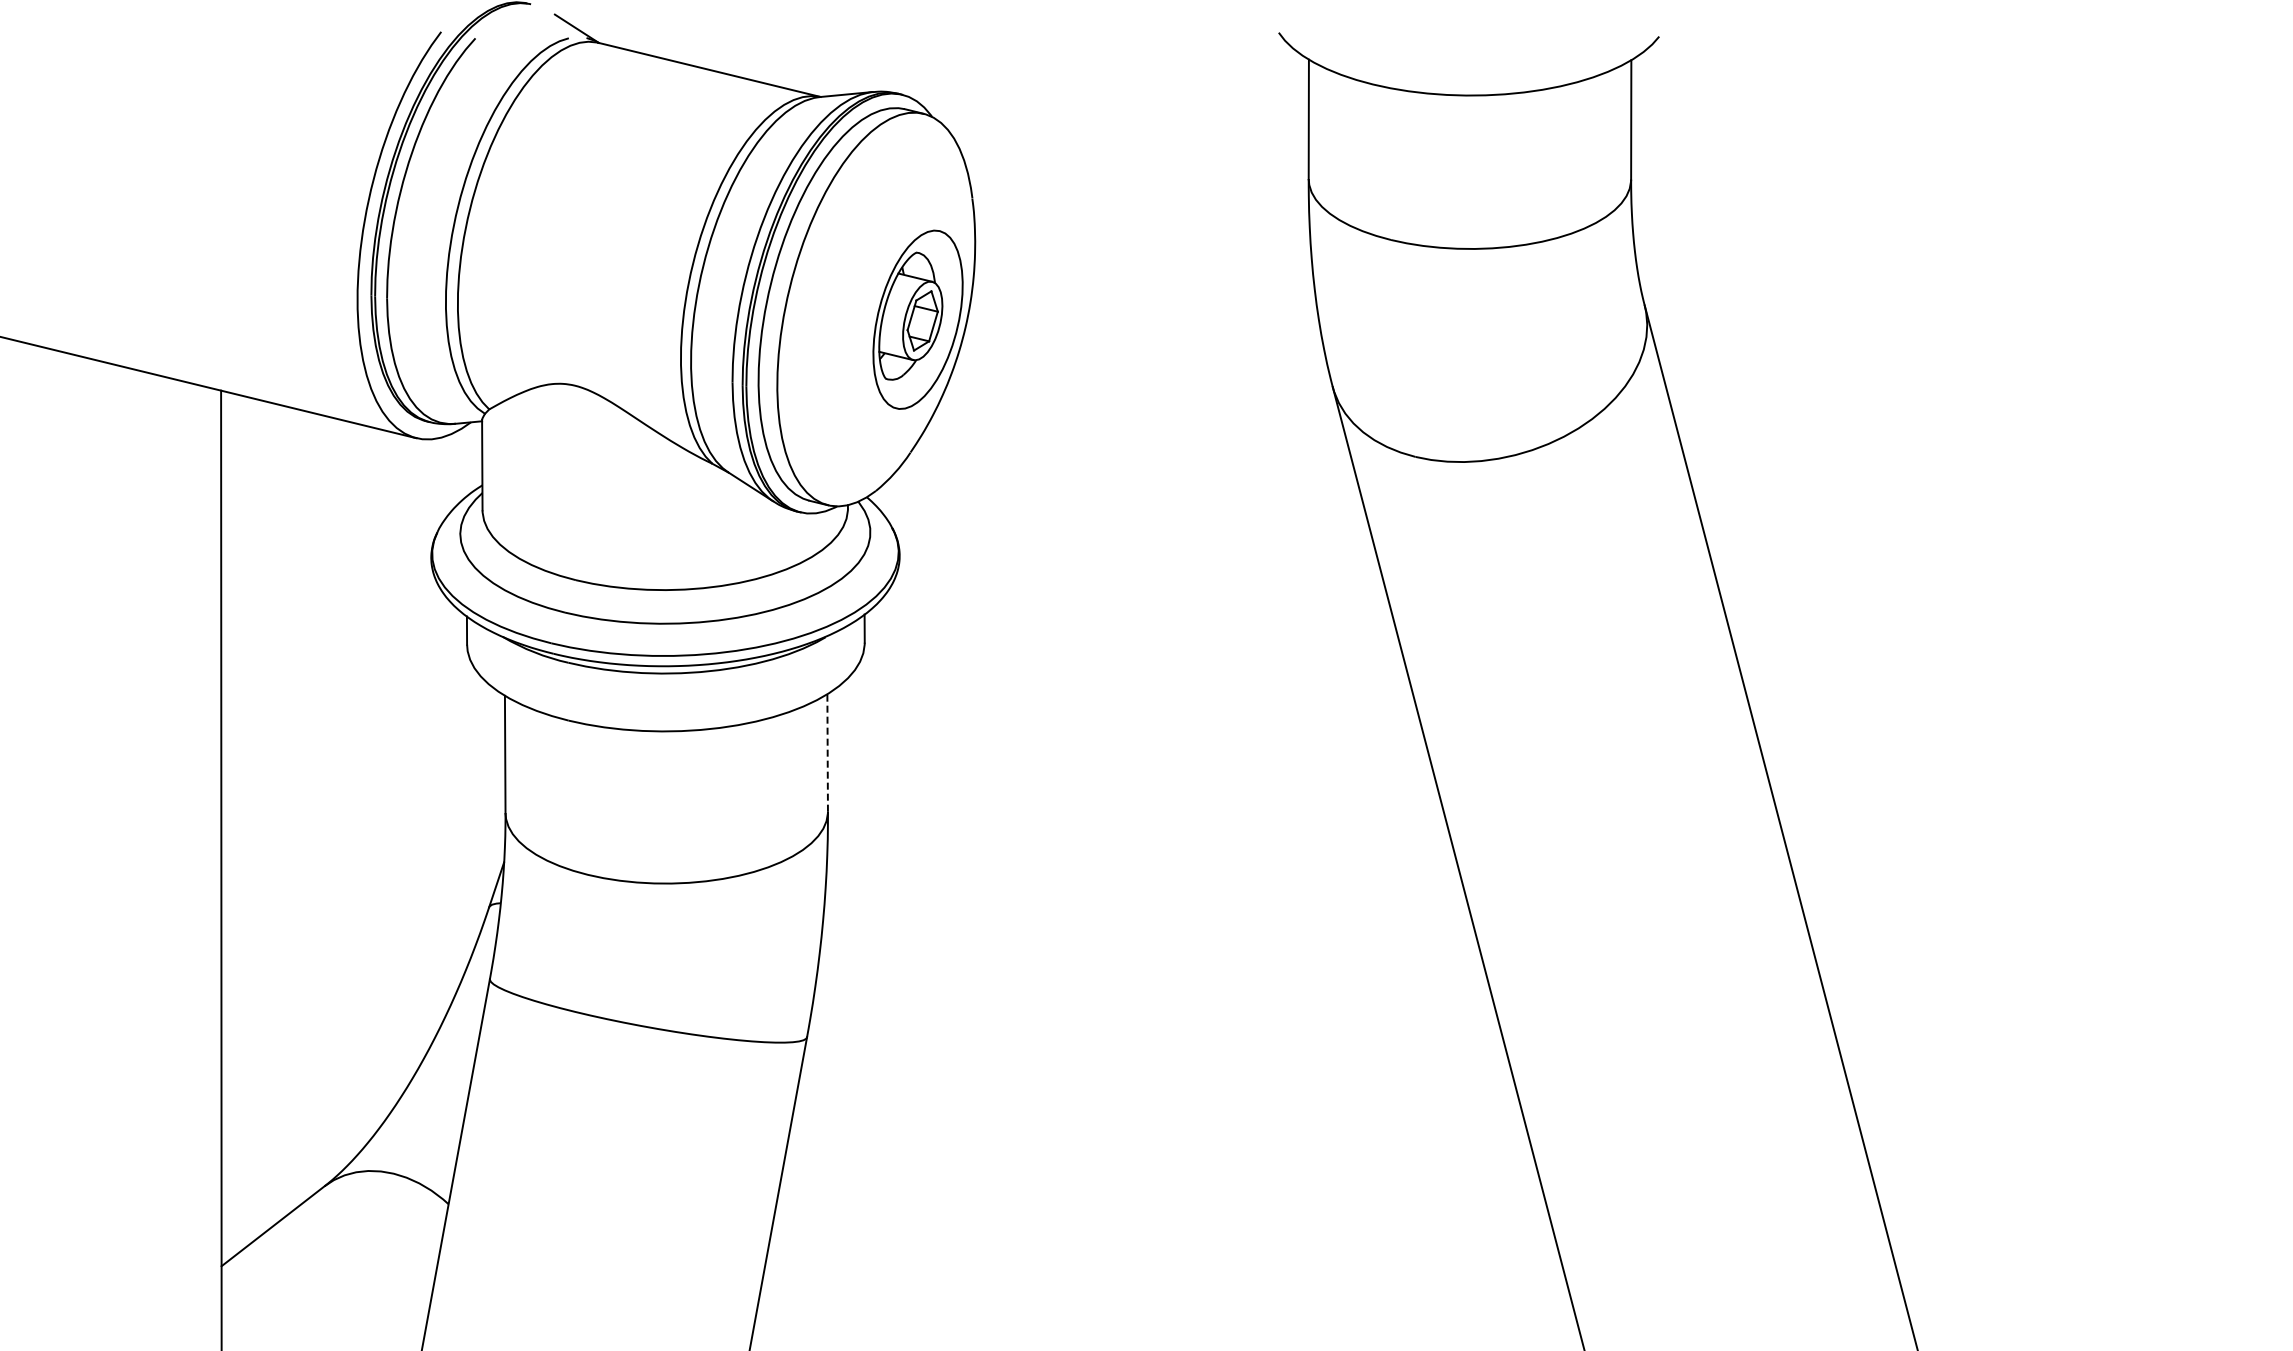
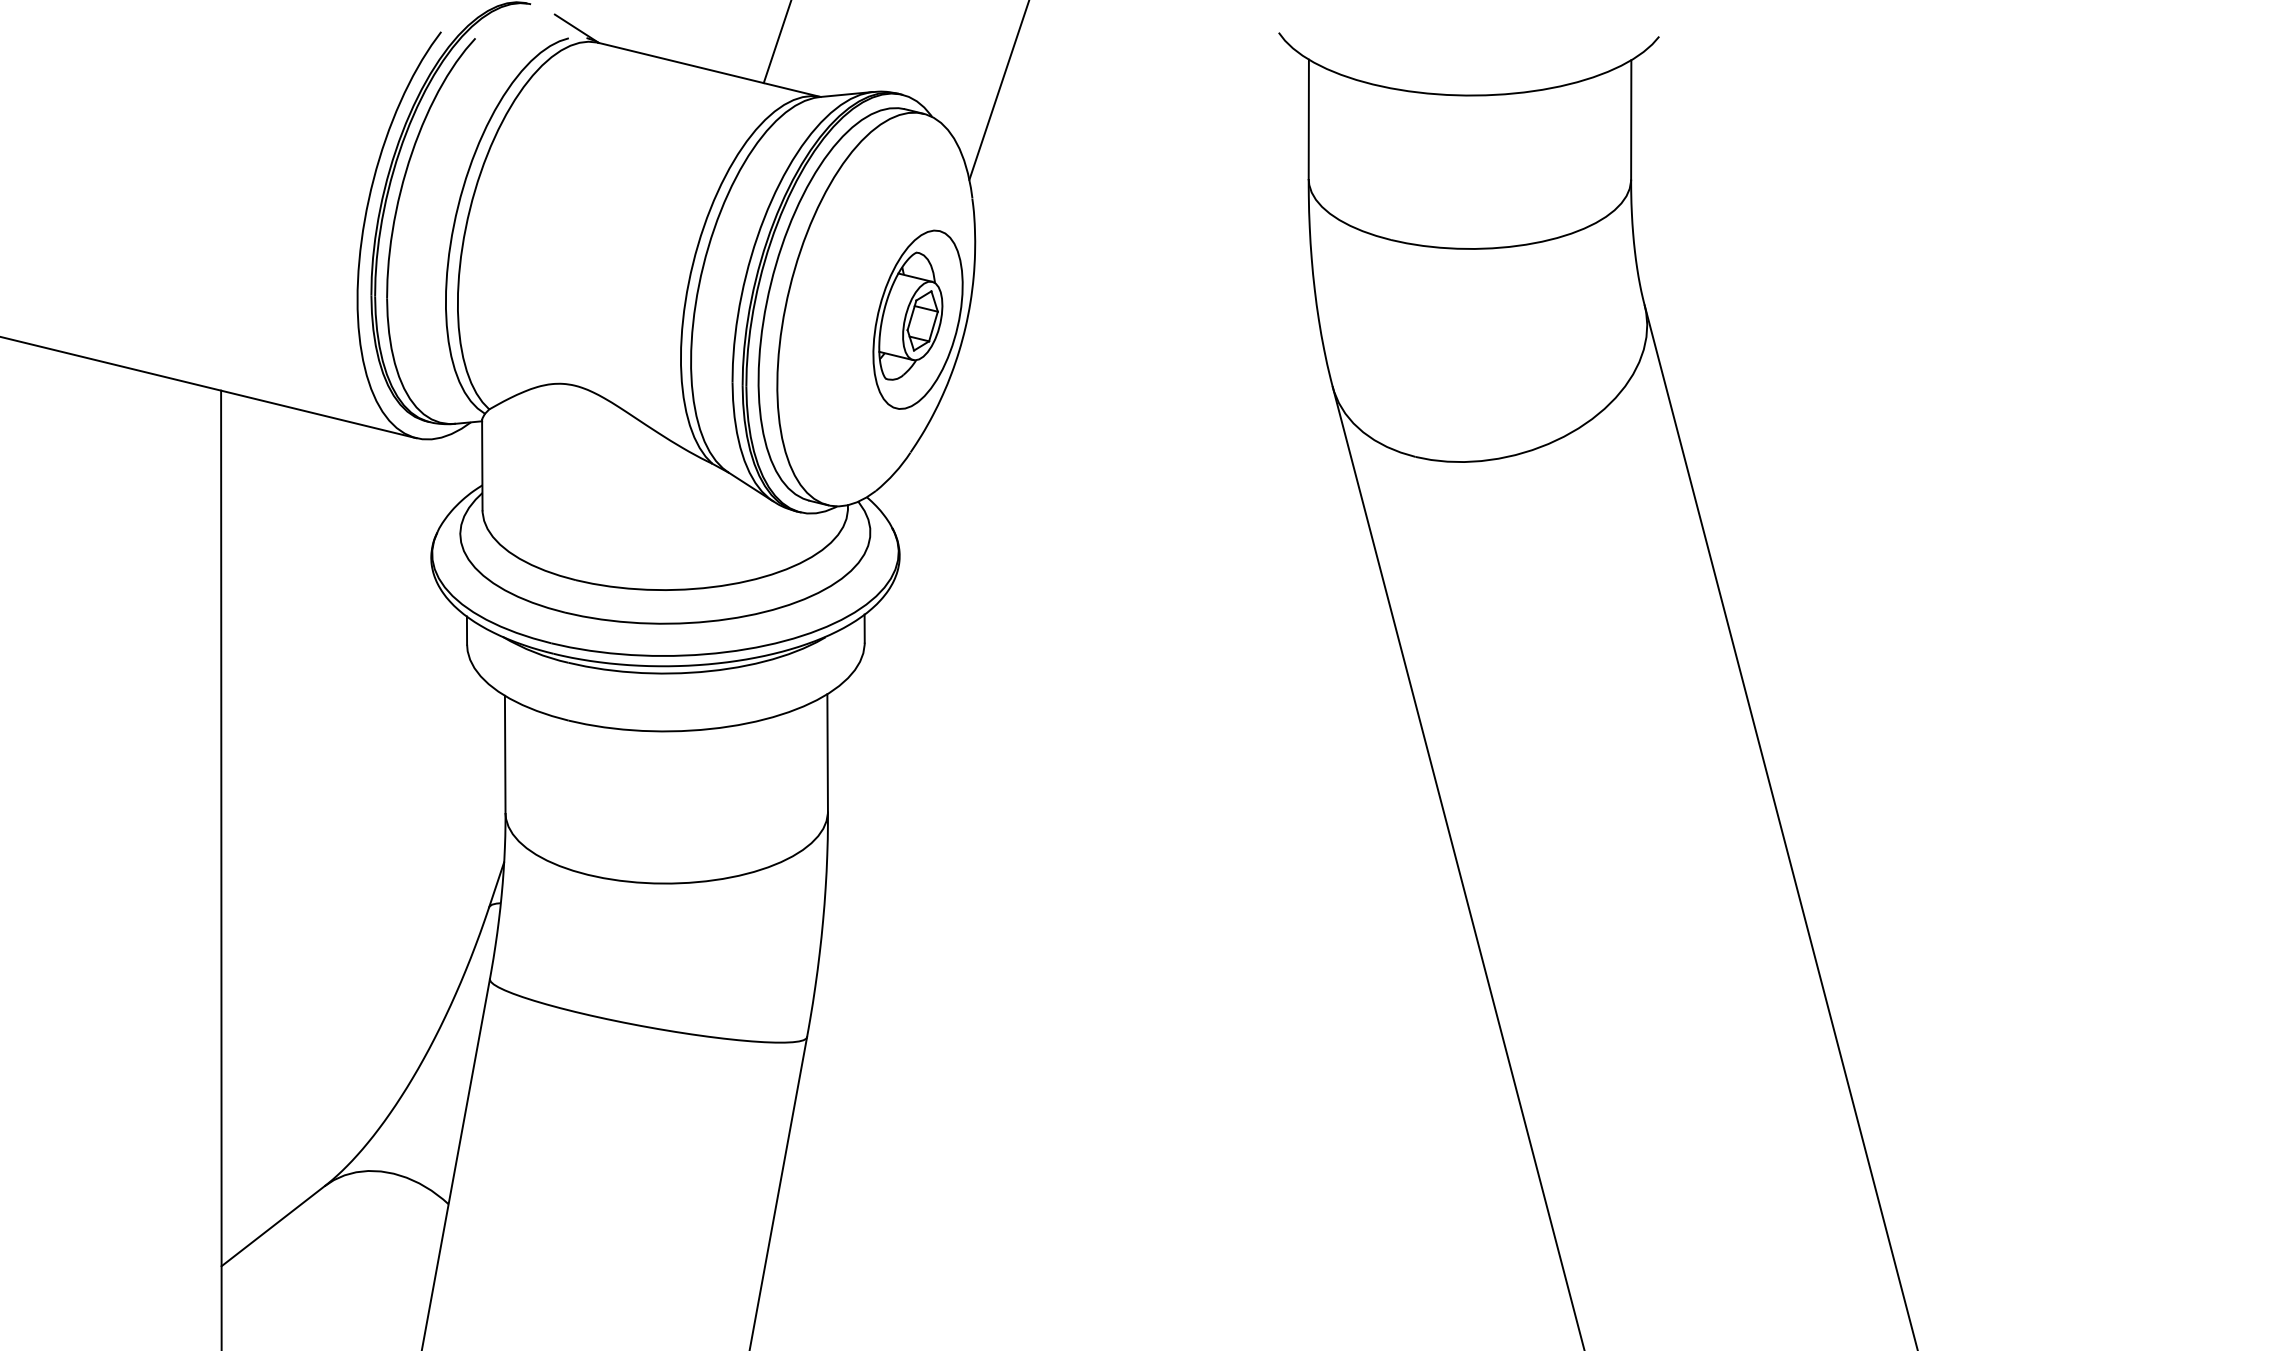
line at (776, 42): none -> present
line at (998, 90): none -> present
line at (827, 752): dashed -> solid
